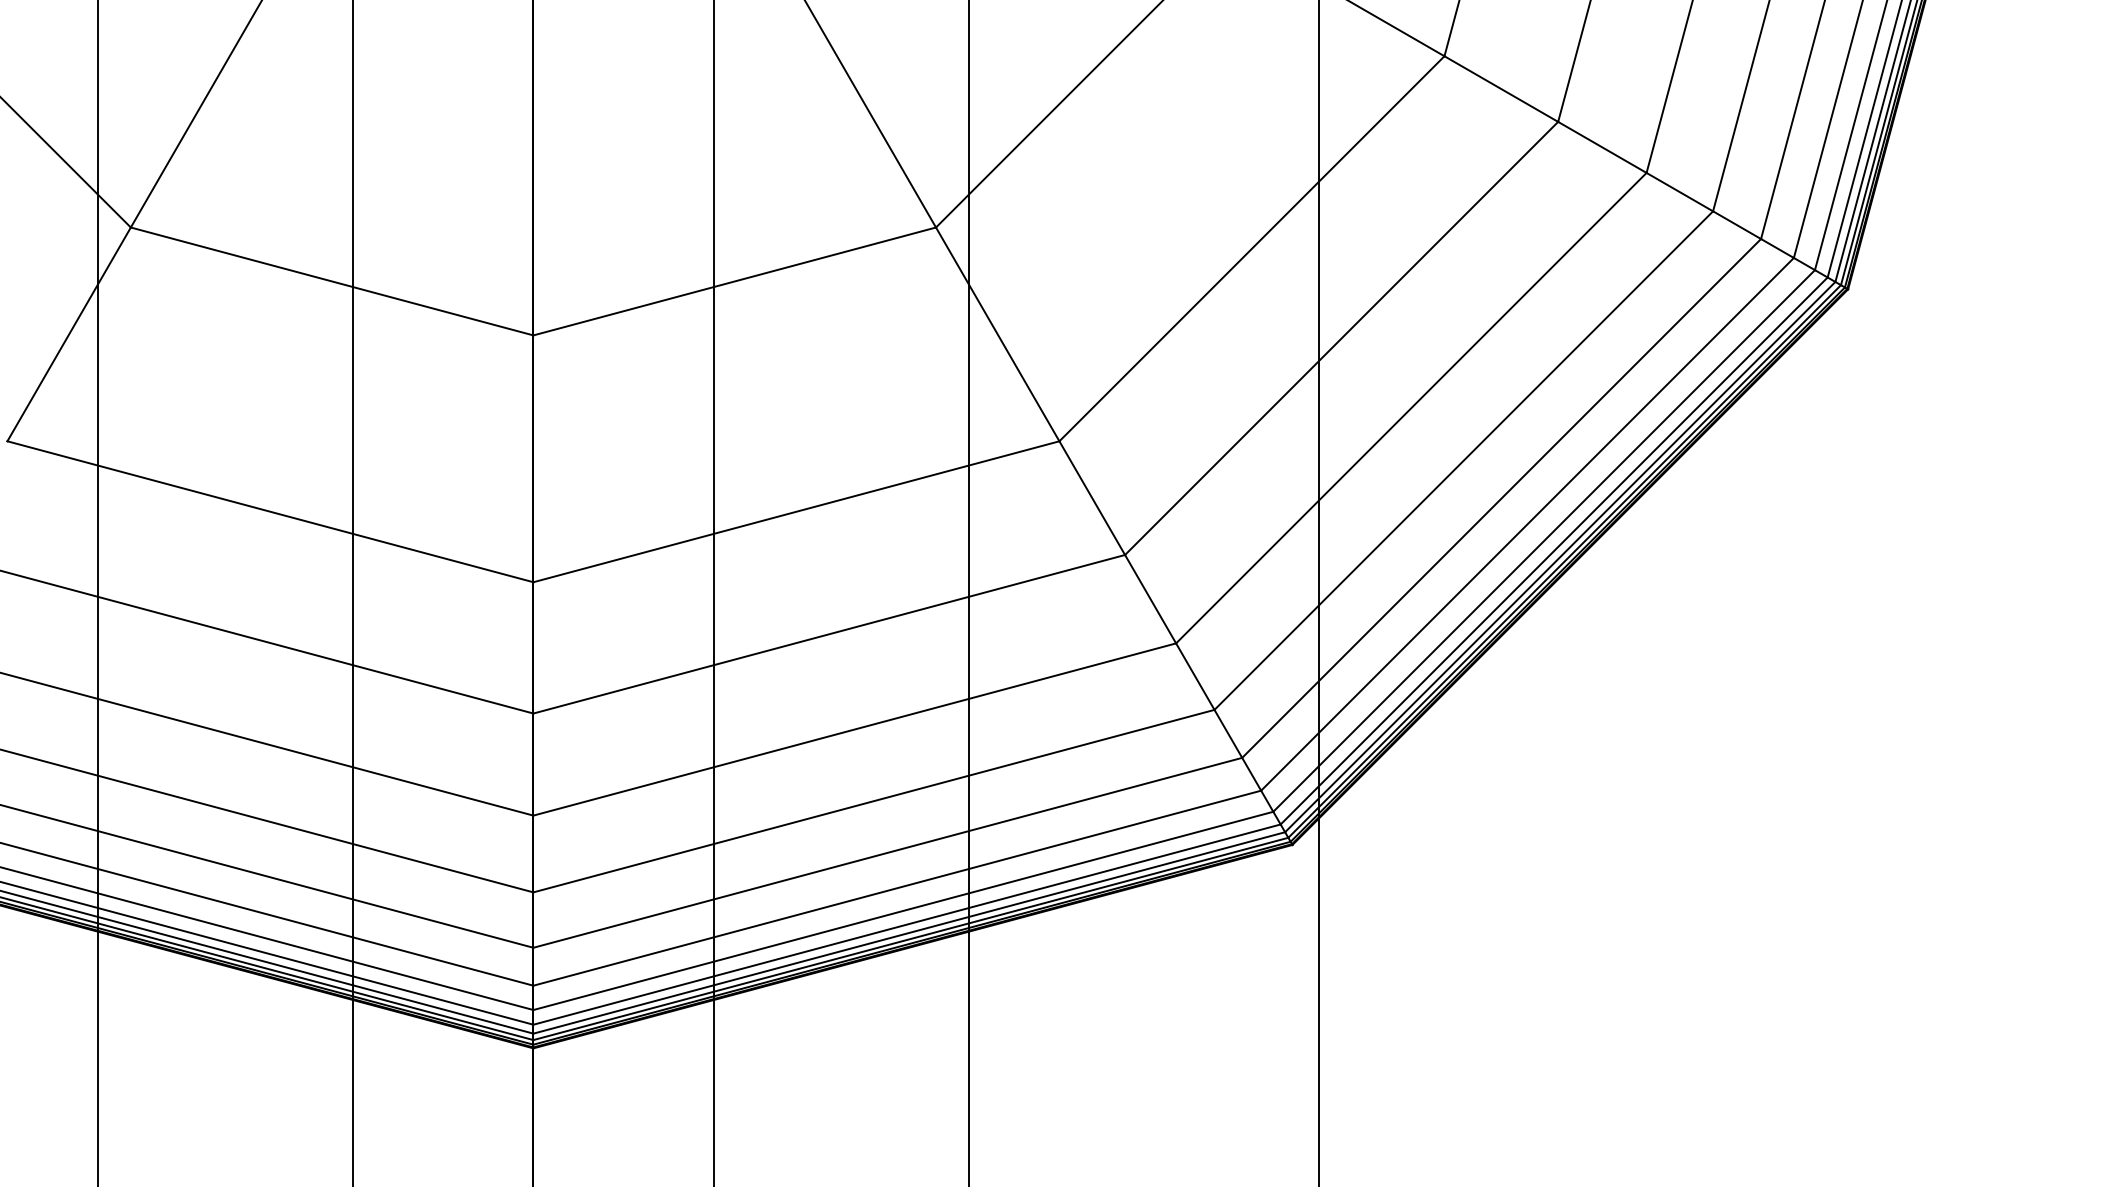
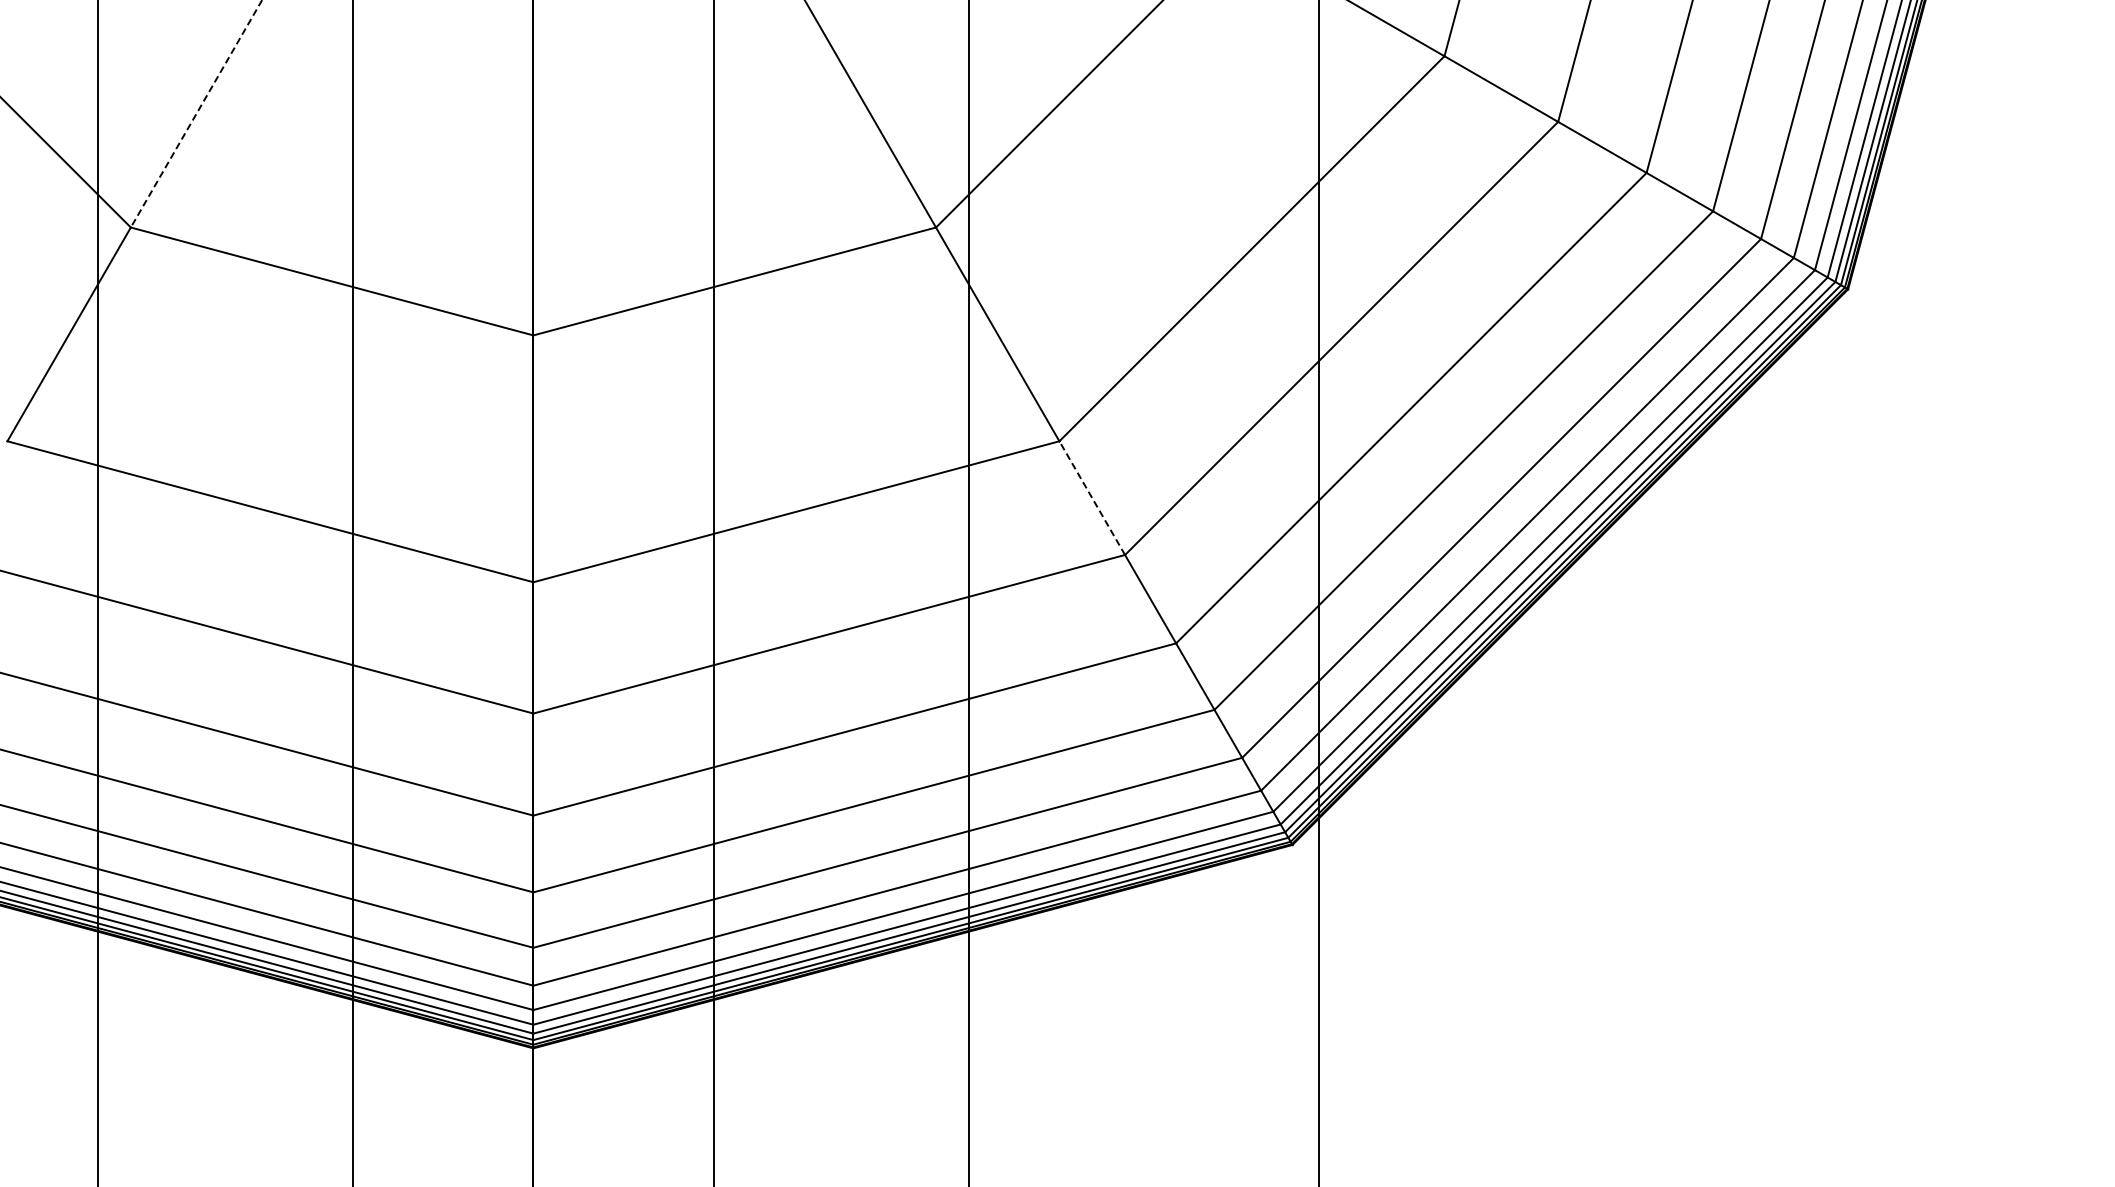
line at (196, 114): solid -> dashed
line at (1092, 498): solid -> dashed
